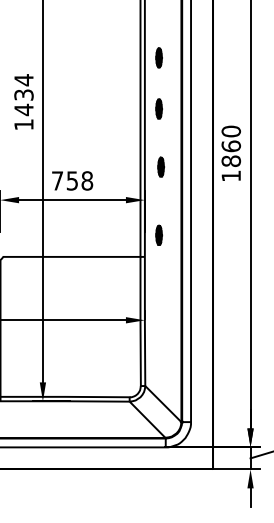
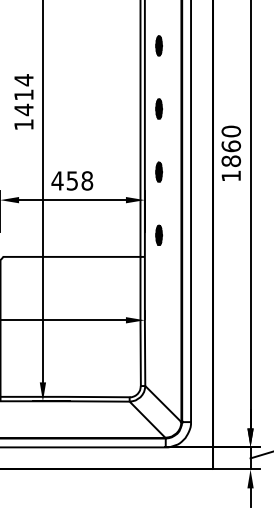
part at (158, 57) position: (158, 57) -> (158, 45)
text at (23, 94): 1434 -> 1414
part at (160, 166) position: (160, 166) -> (158, 171)
text at (57, 180): 758 -> 458
